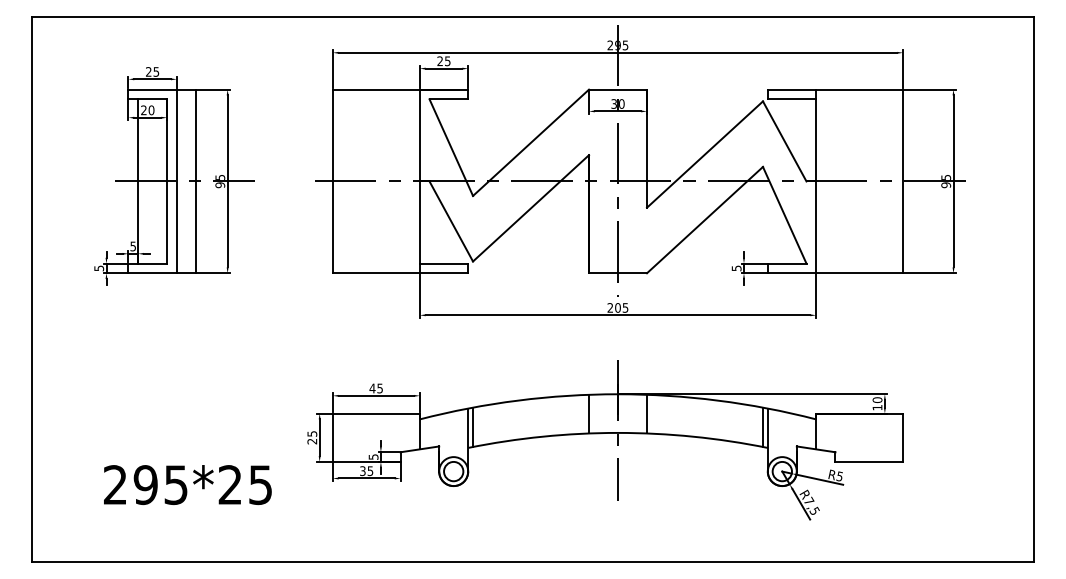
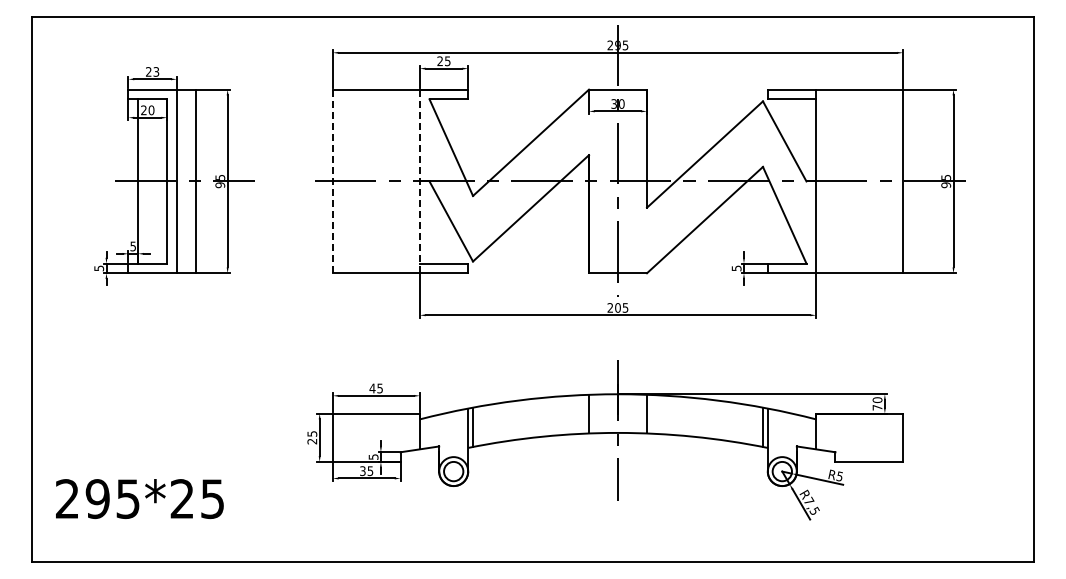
text at (156, 71): 25 -> 23
line at (332, 181): solid -> dashed
line at (419, 181): solid -> dashed
text at (877, 407): 10 -> 70
text at (187, 484) position: (187, 484) -> (139, 498)
